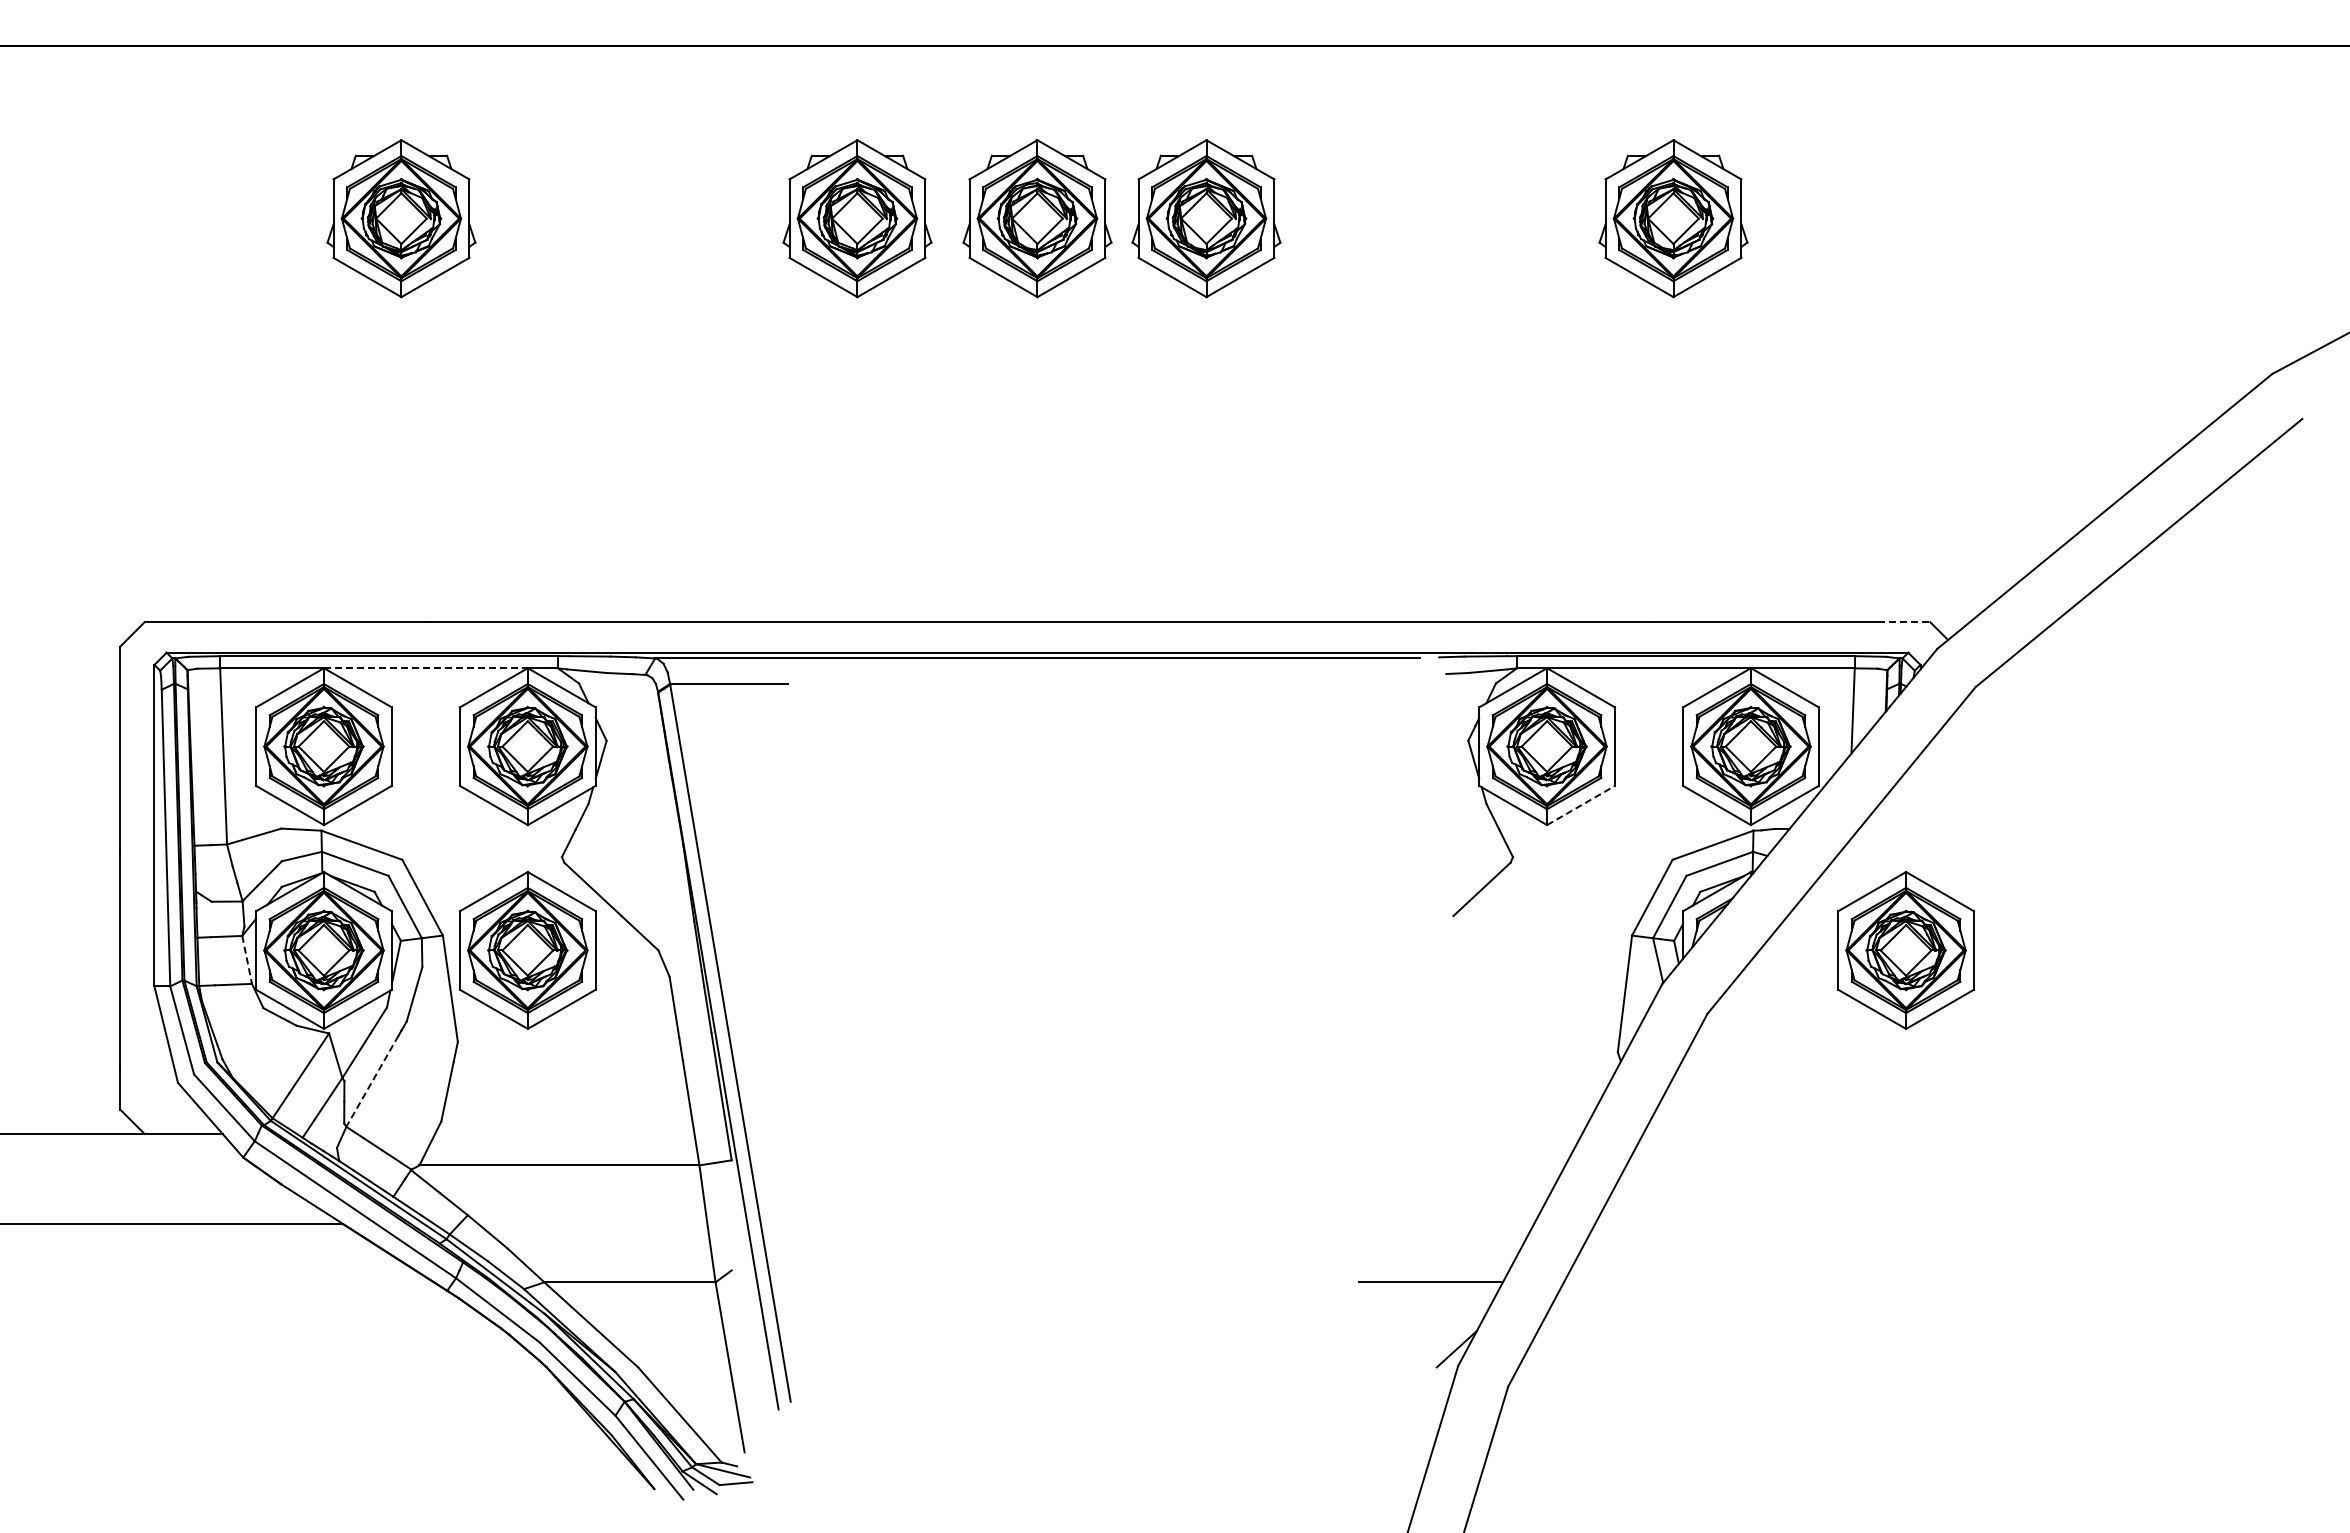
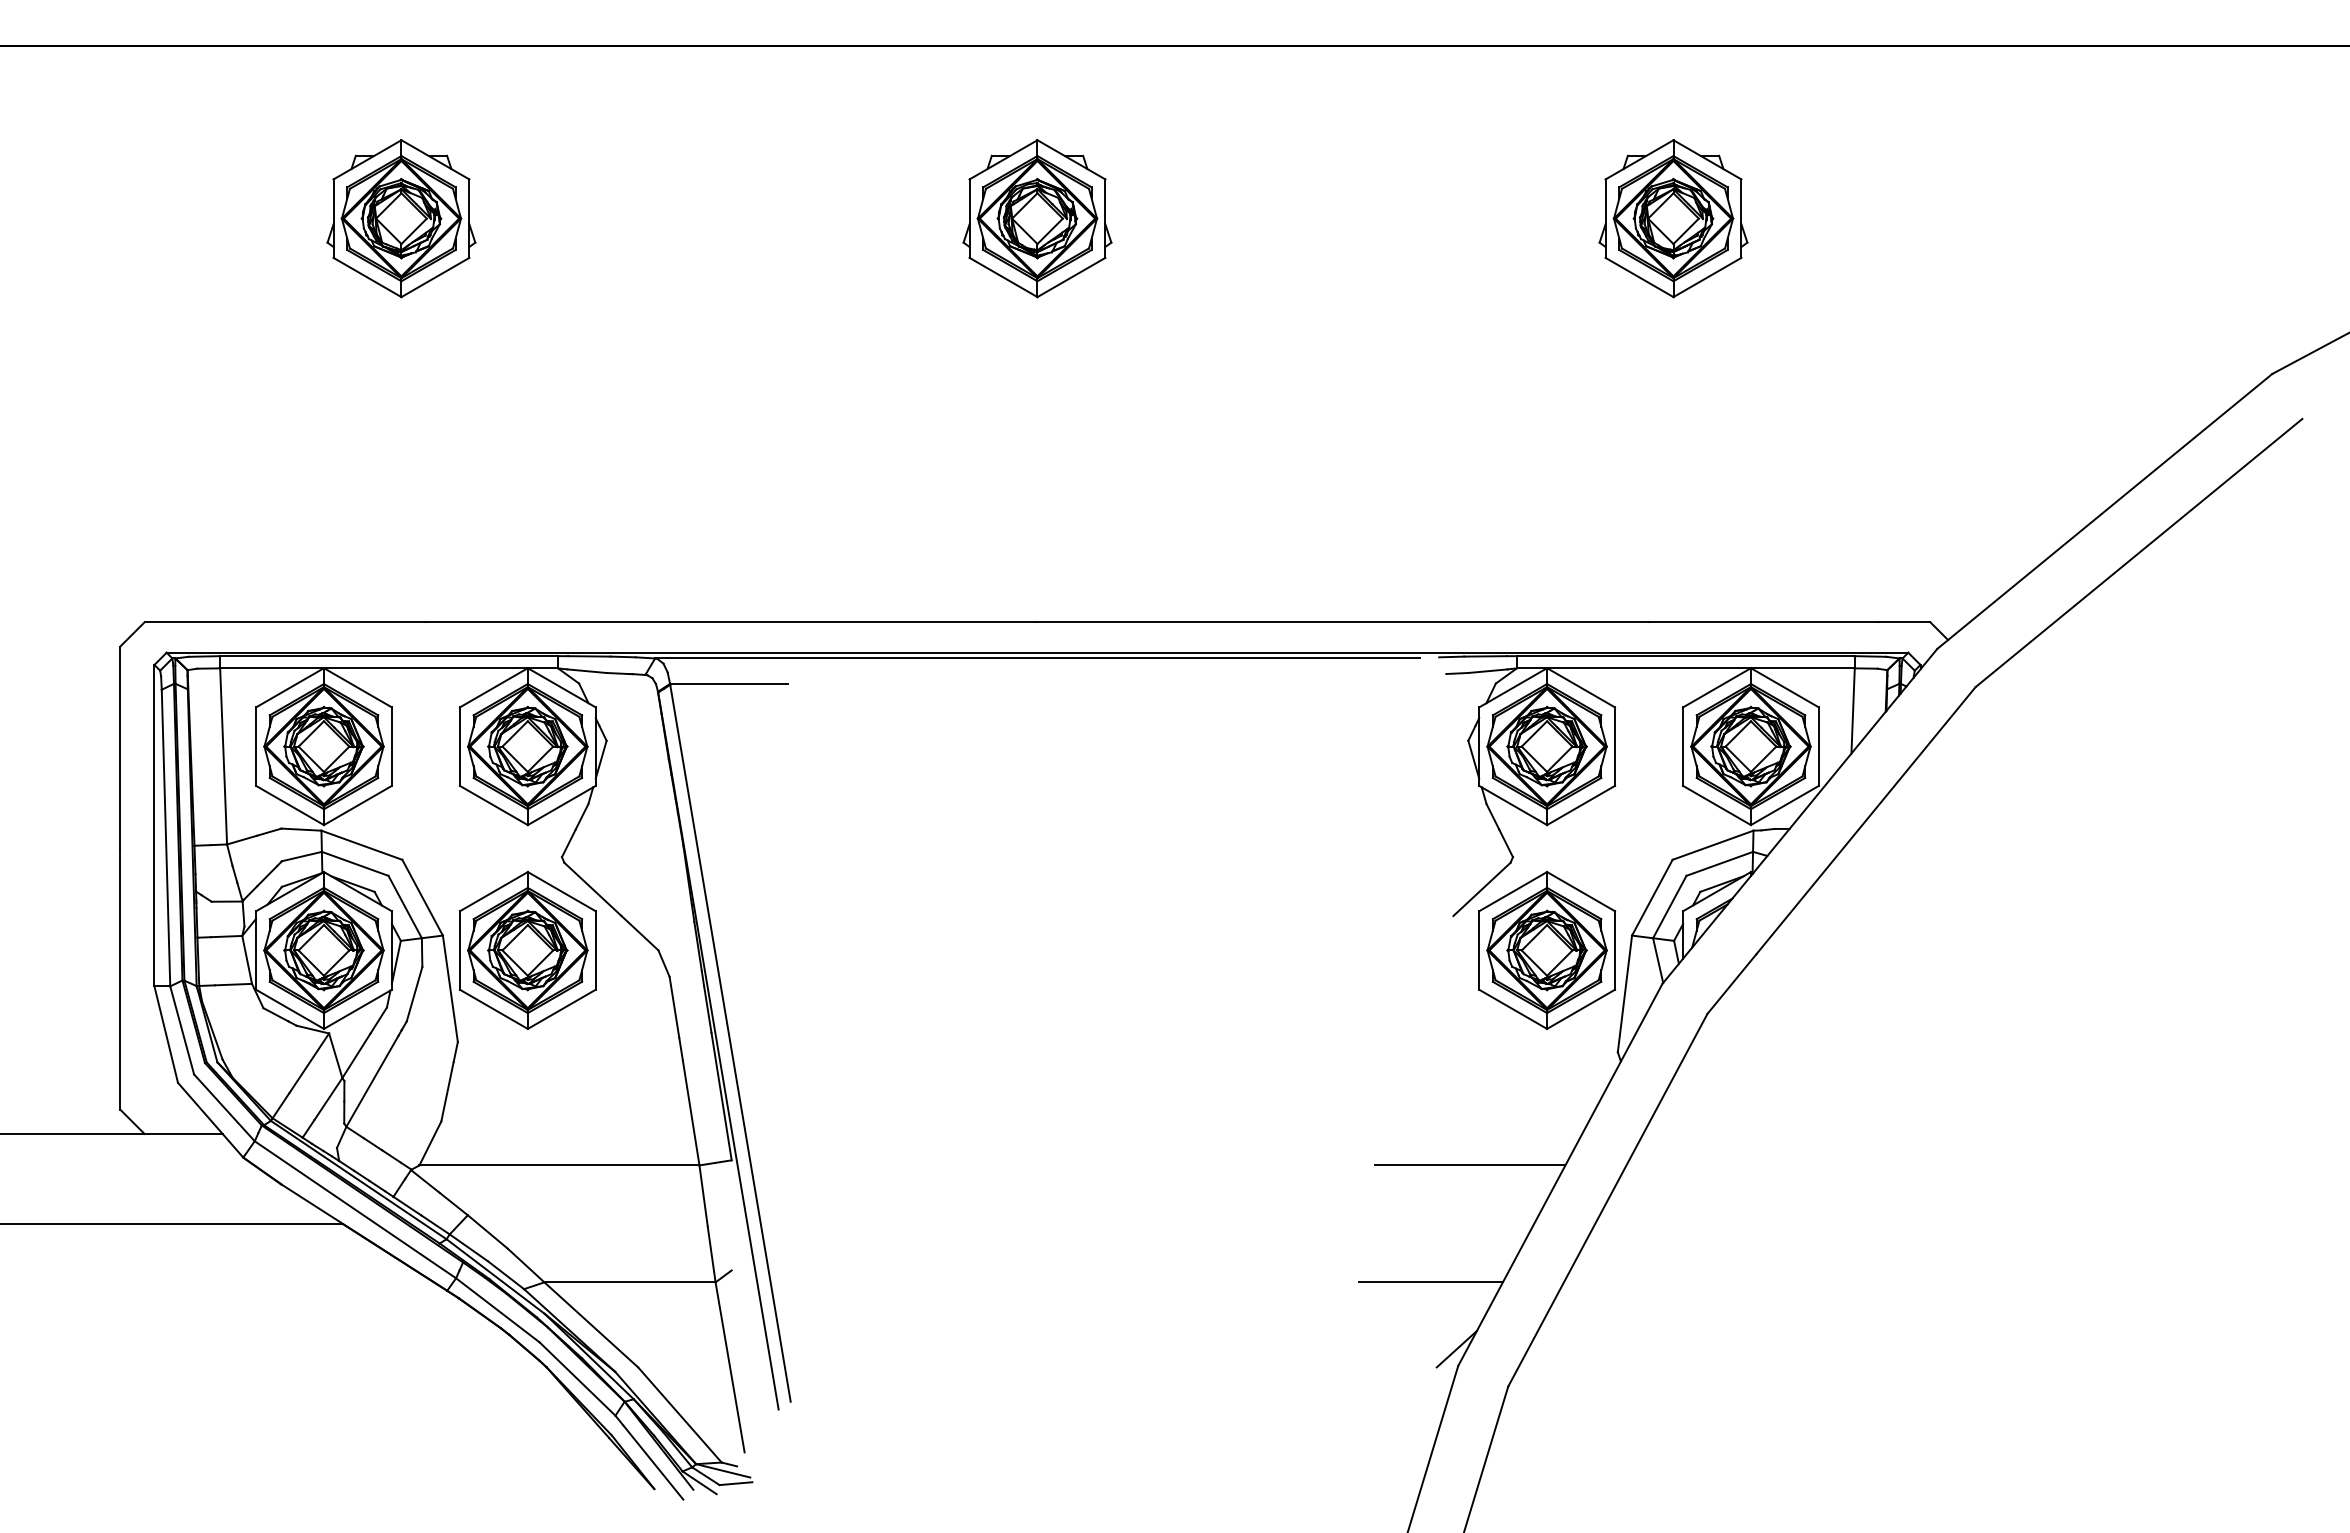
part at (857, 218): present -> none
part at (1206, 218): present -> none
line at (1904, 622): dashed -> solid
line at (425, 668): dashed -> solid
line at (1581, 805): dashed -> solid
part at (1905, 950) position: (1905, 950) -> (1546, 950)
line at (247, 960): dashed -> solid
line at (372, 1081): dashed -> solid
line at (1470, 1165): none -> present
